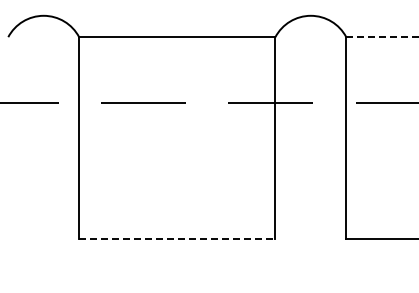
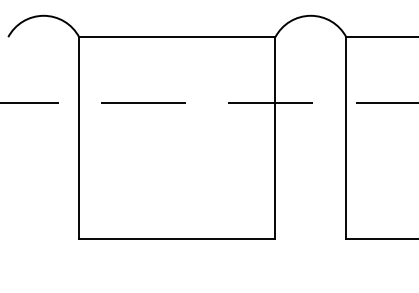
line at (382, 37): dashed -> solid
line at (177, 238): dashed -> solid
